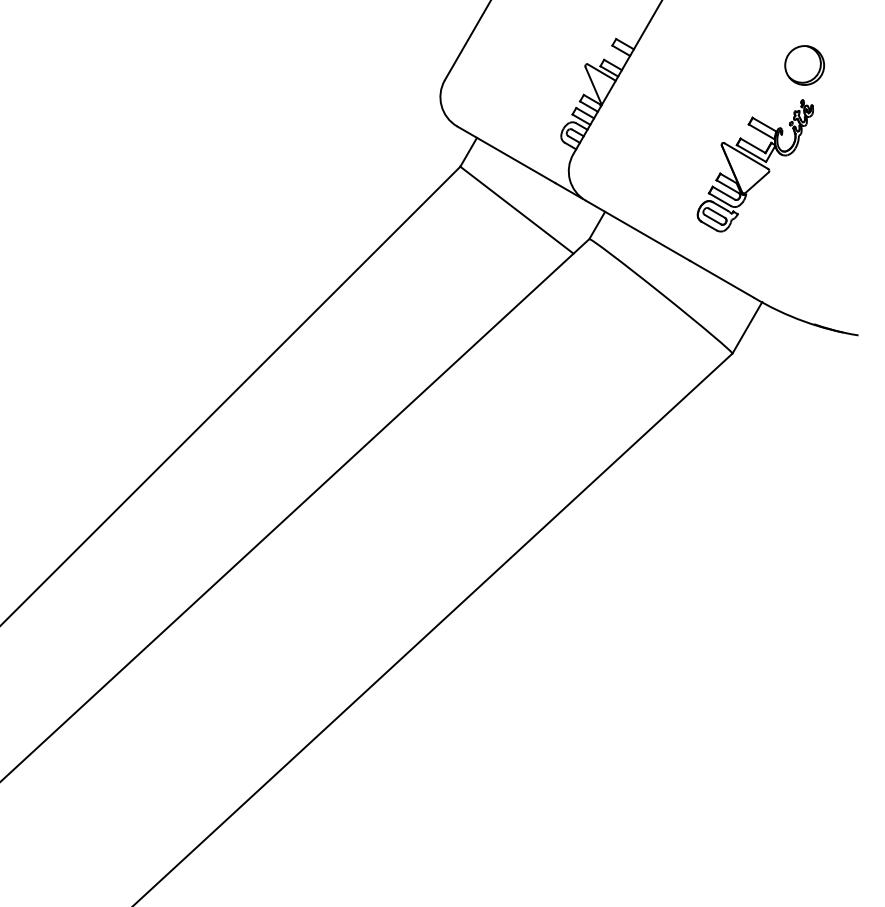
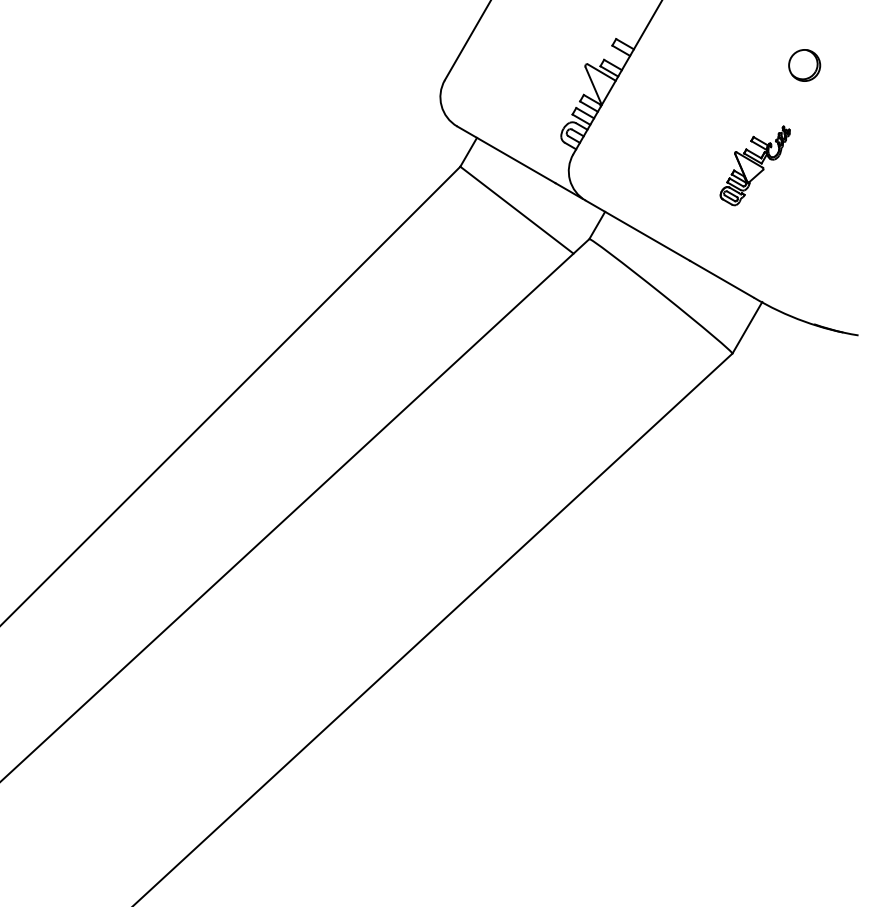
part at (804, 65) size: 41x41 px -> 34x33 px
part at (754, 165) size: 118x134 px -> 72x82 px
